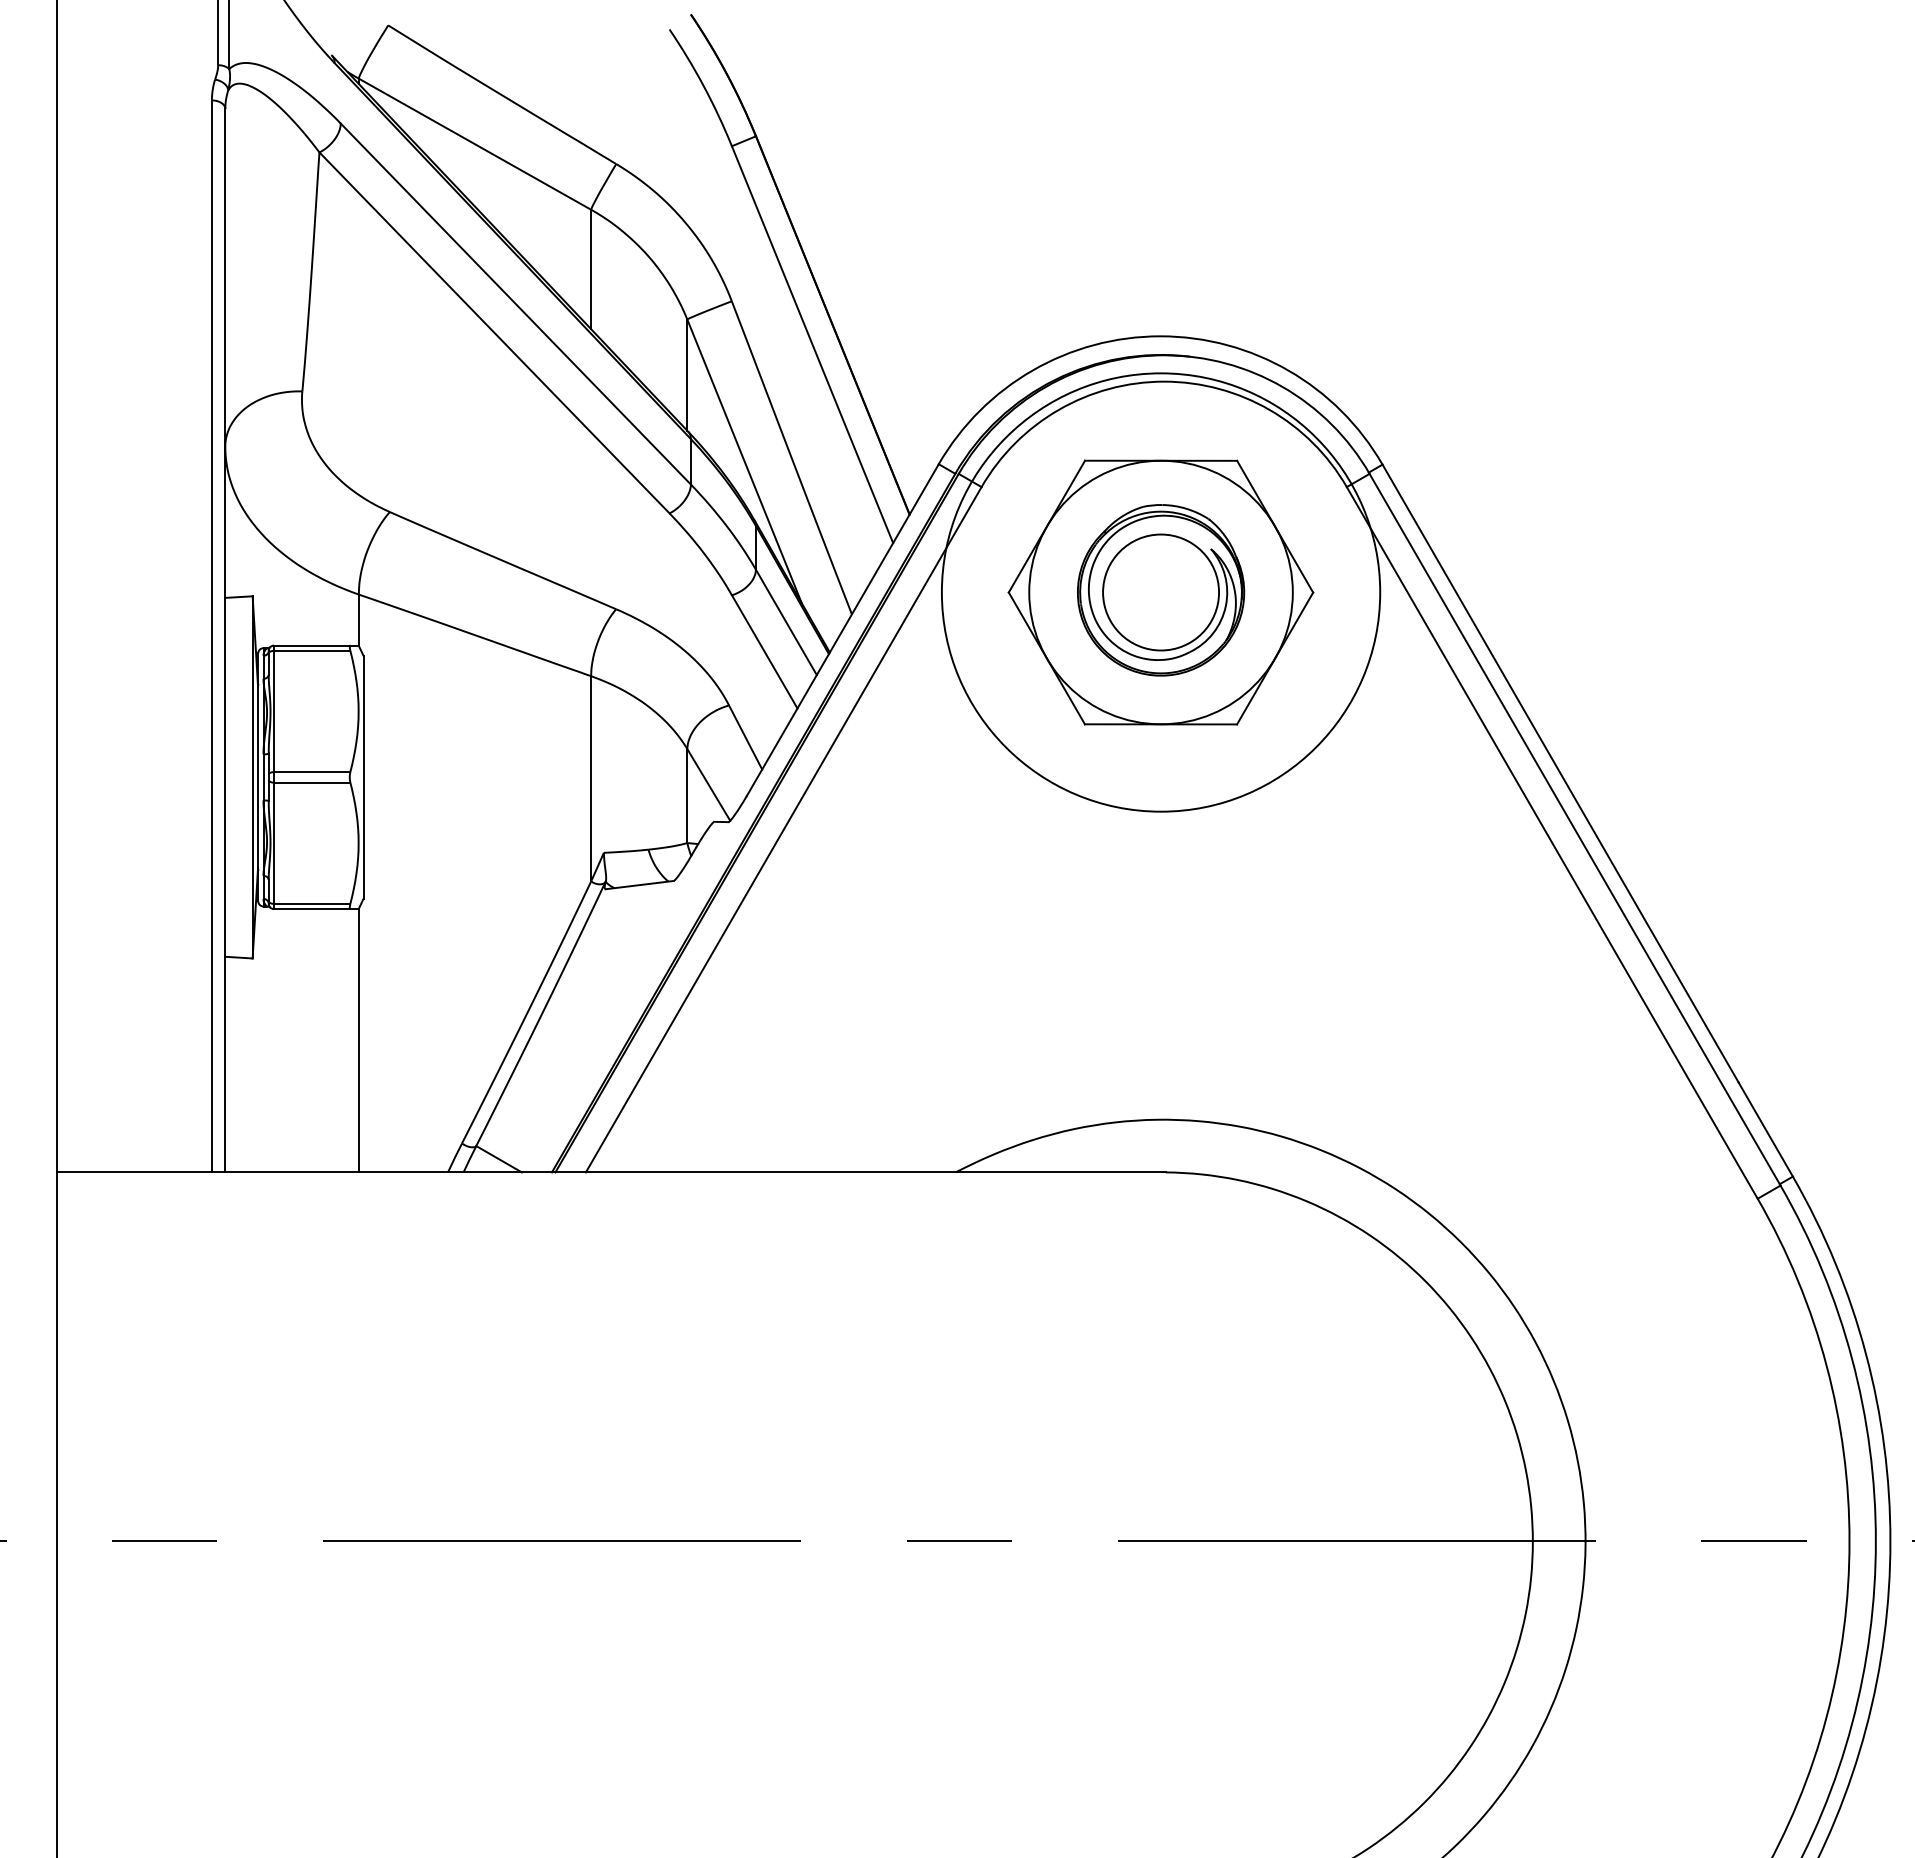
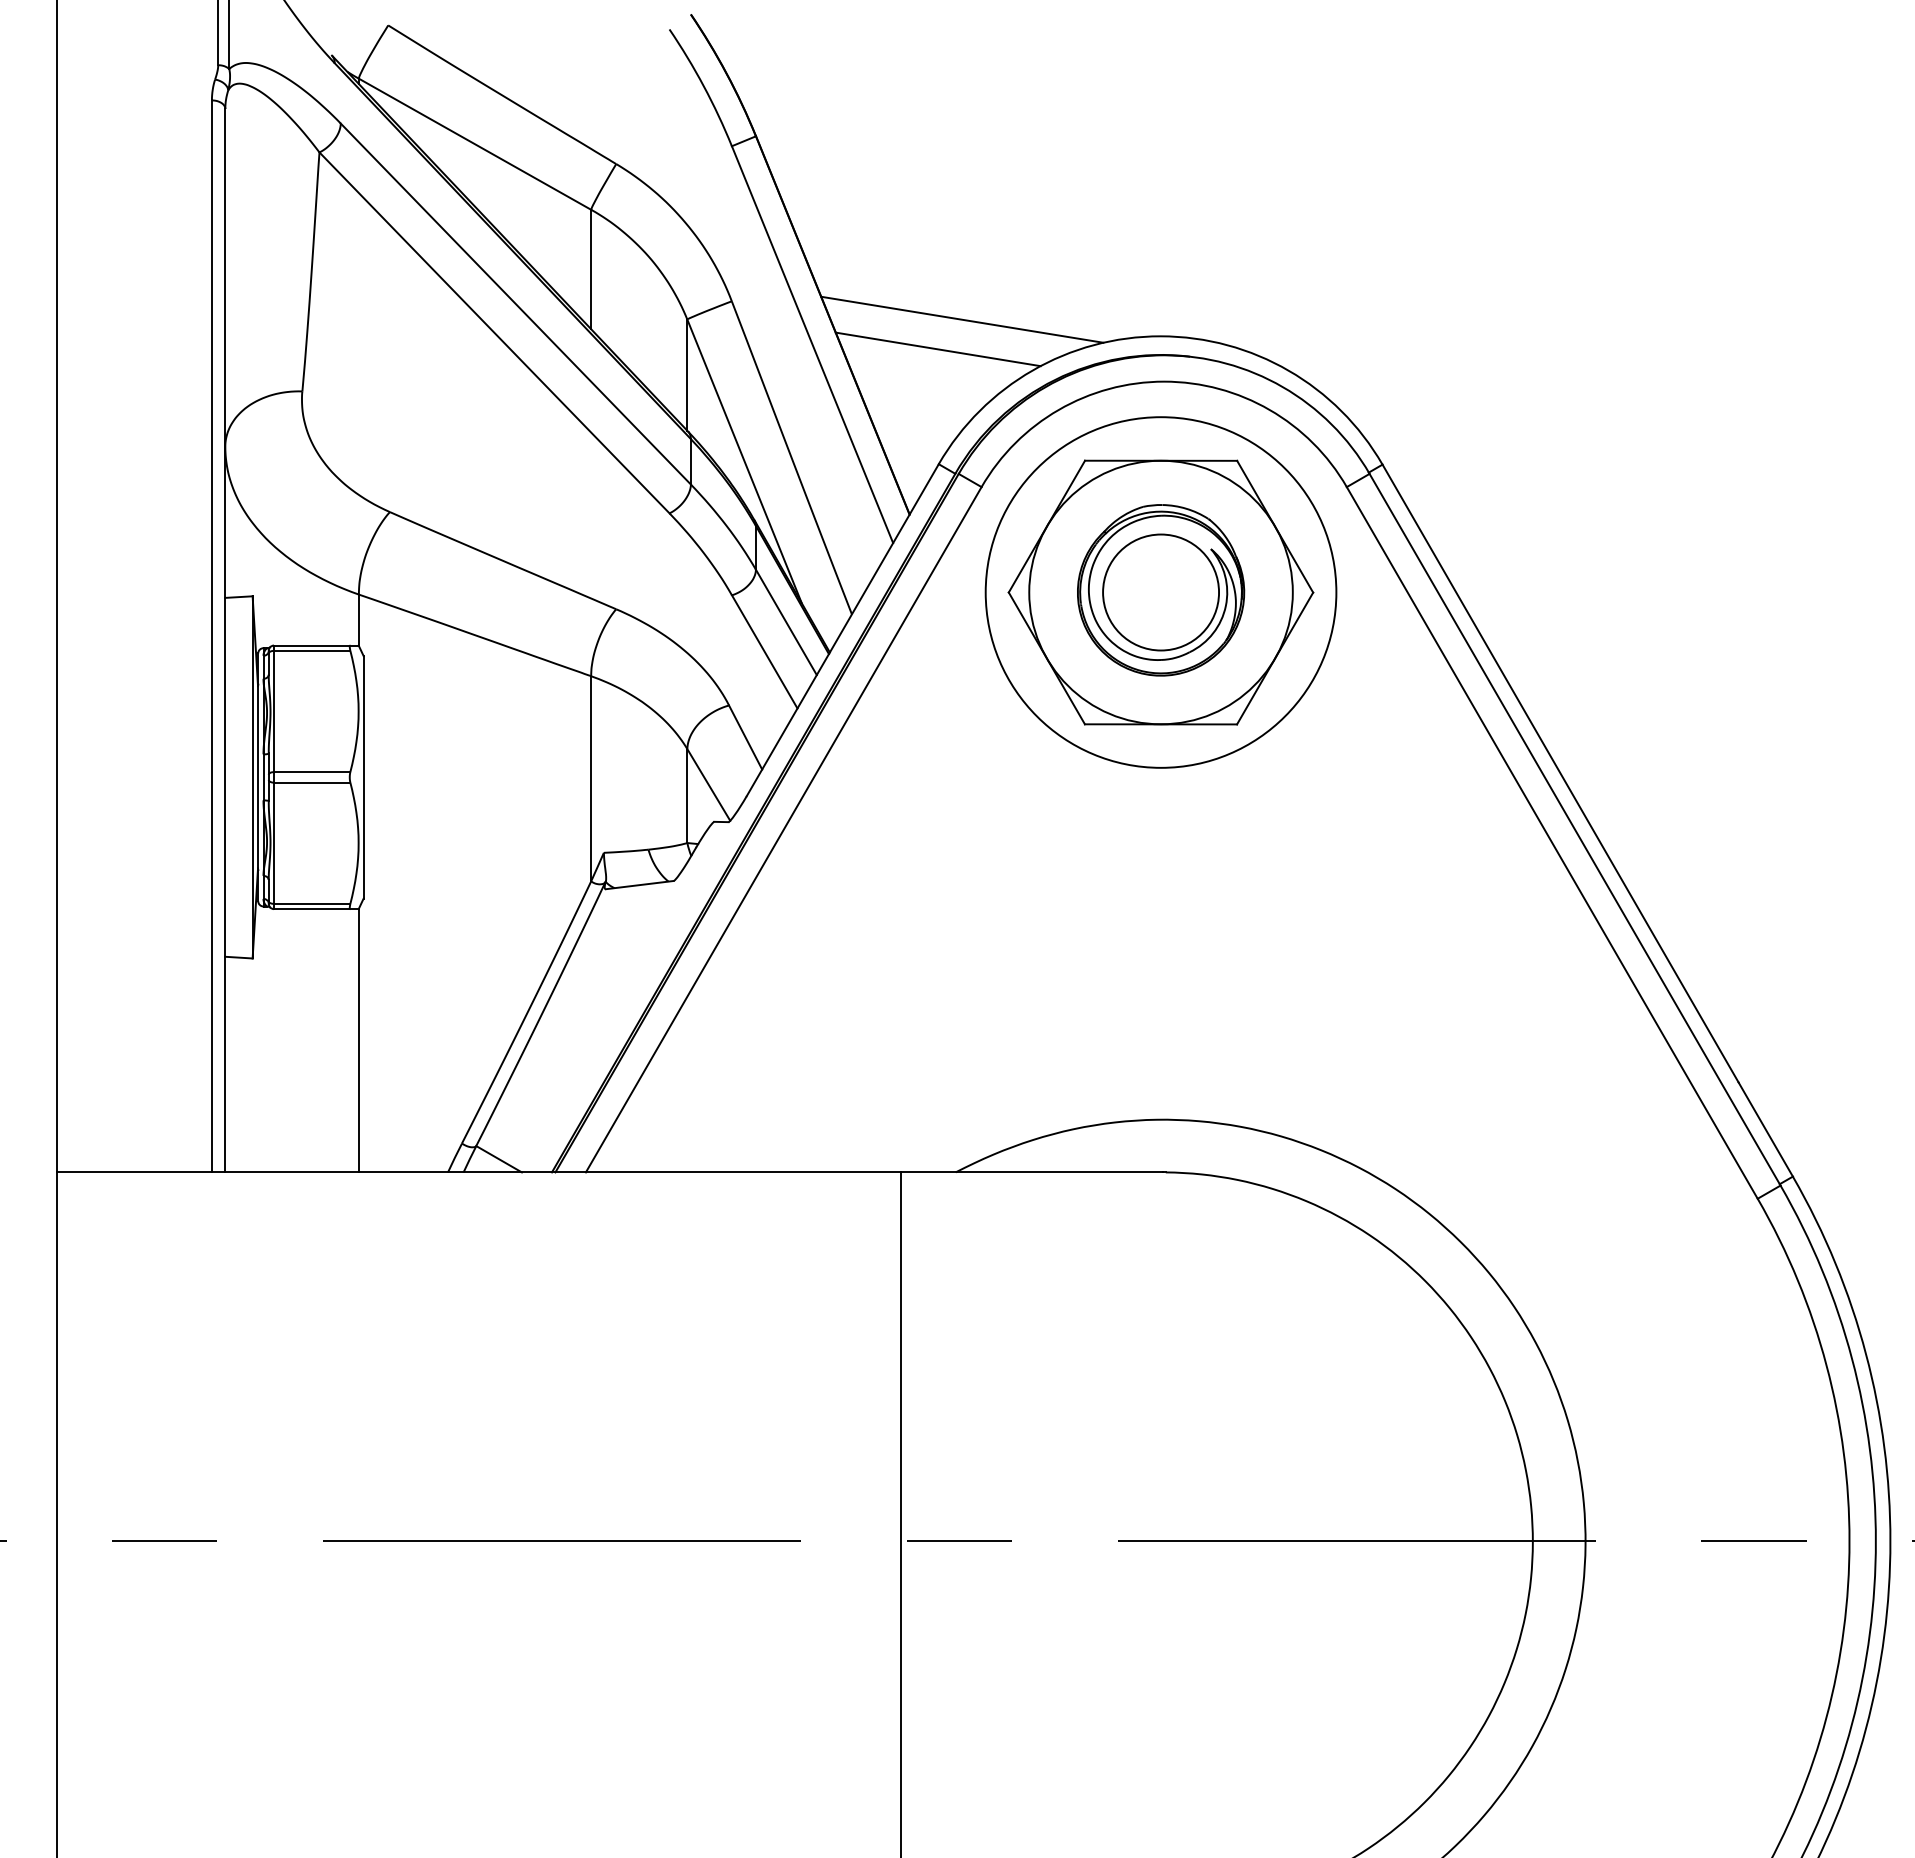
line at (962, 319): none -> present
line at (937, 349): none -> present
circle at (1160, 592) diameter: 438 px -> 351 px
line at (900, 1513): none -> present
